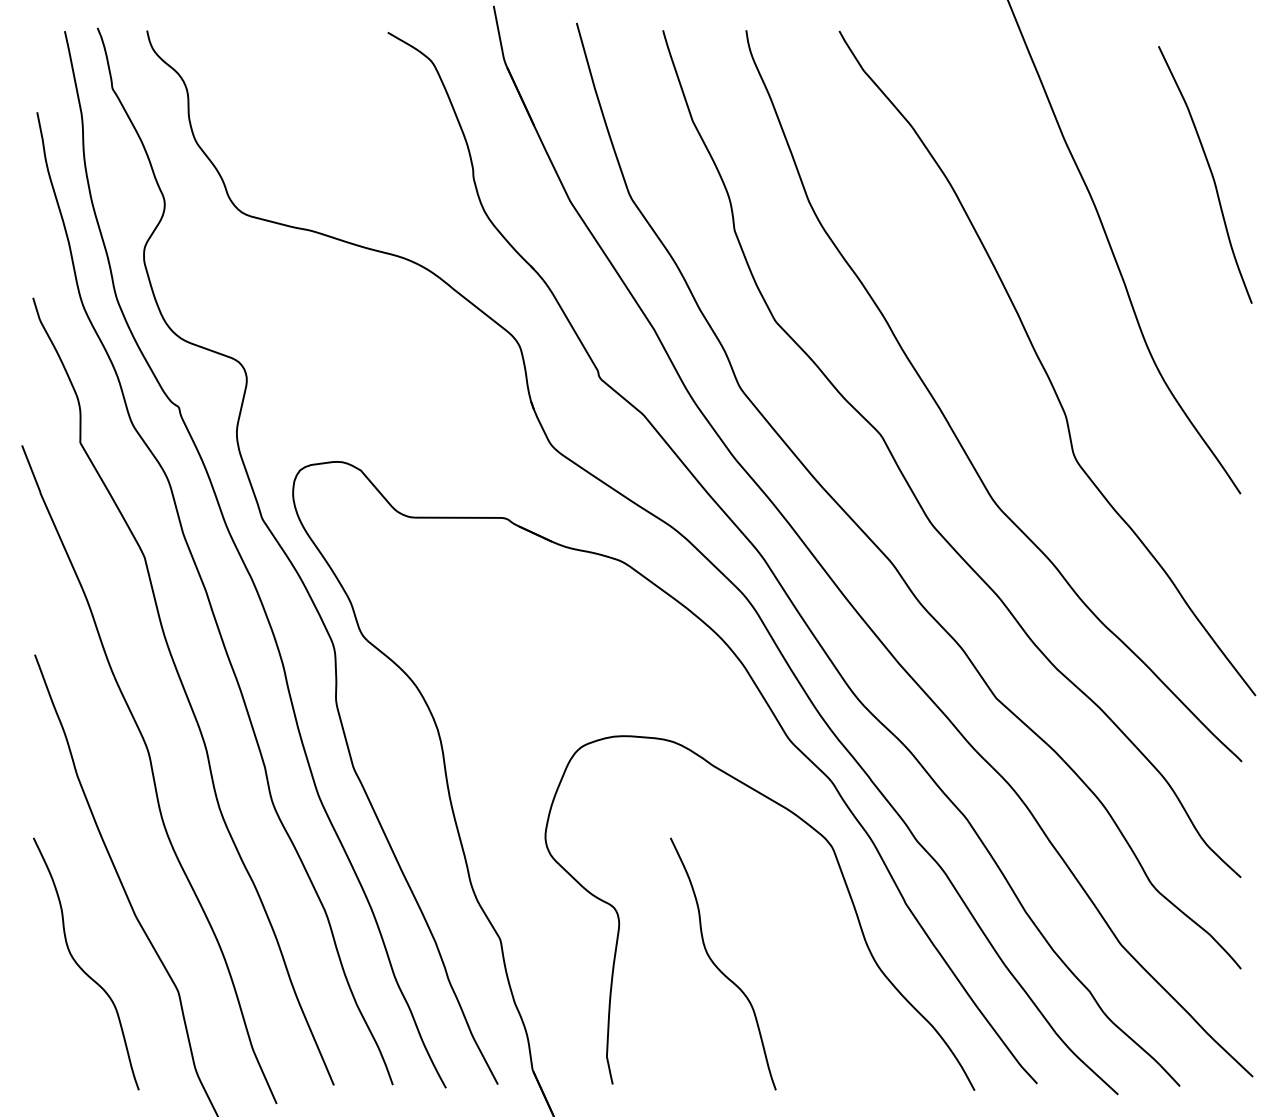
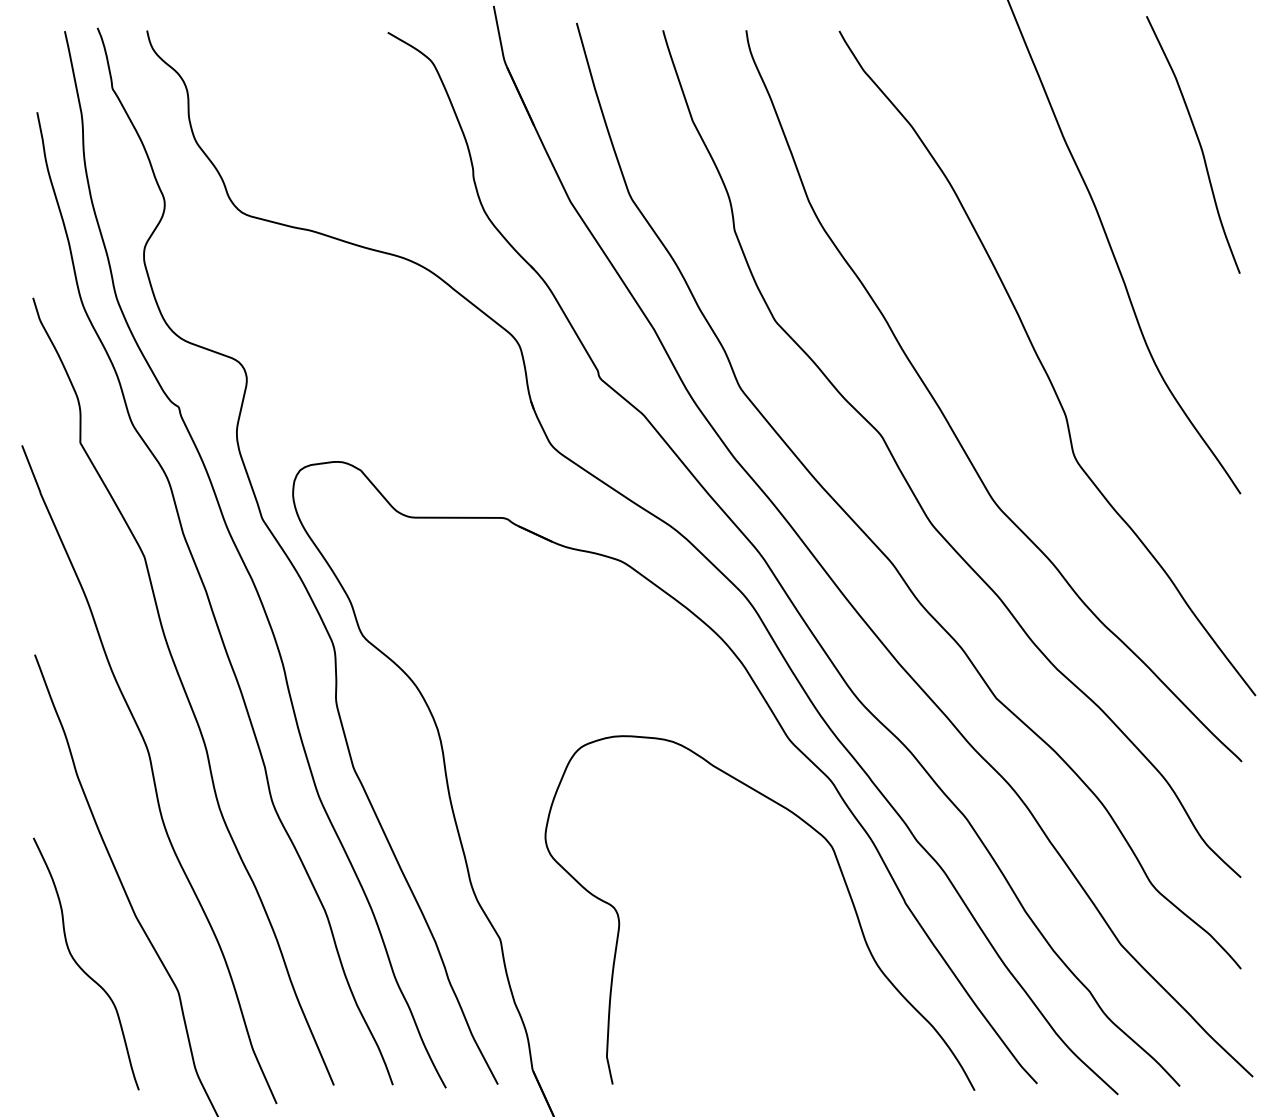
curve at (1210, 173) position: (1210, 173) -> (1198, 143)
curve at (718, 967): present -> none
